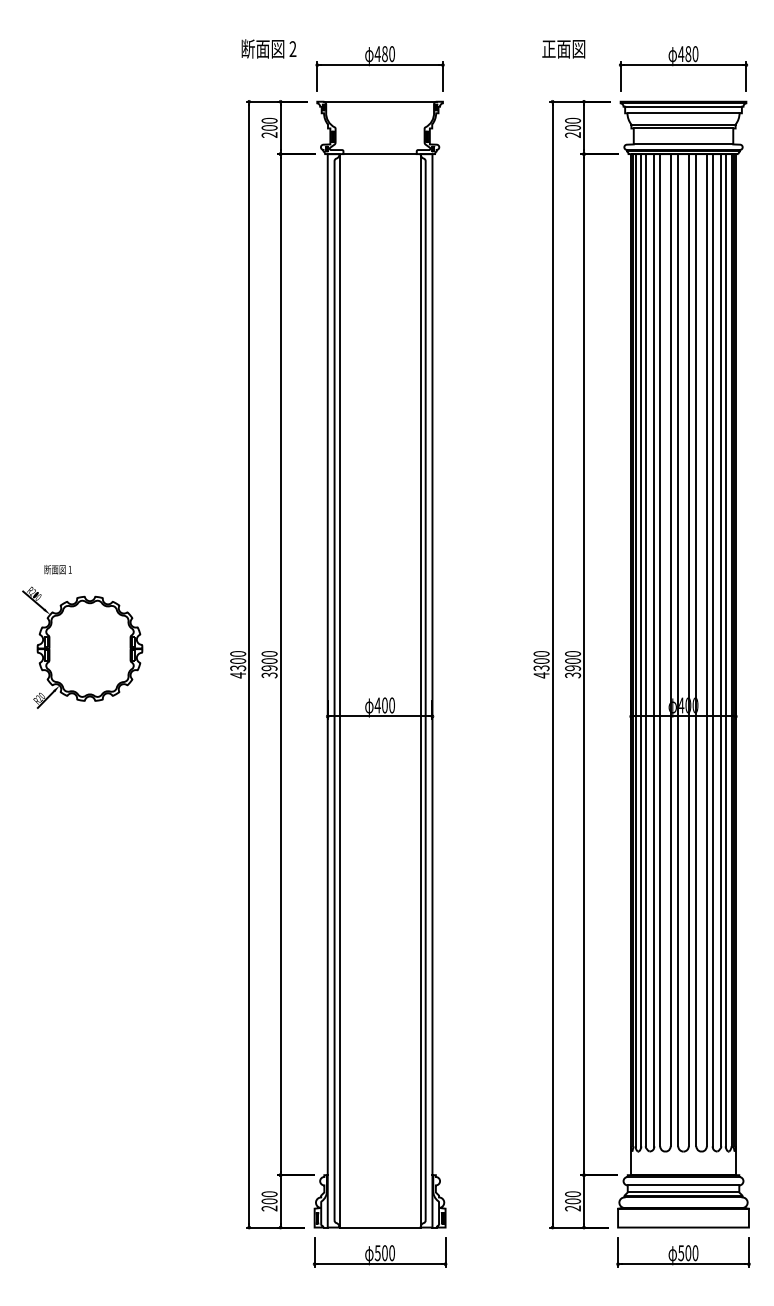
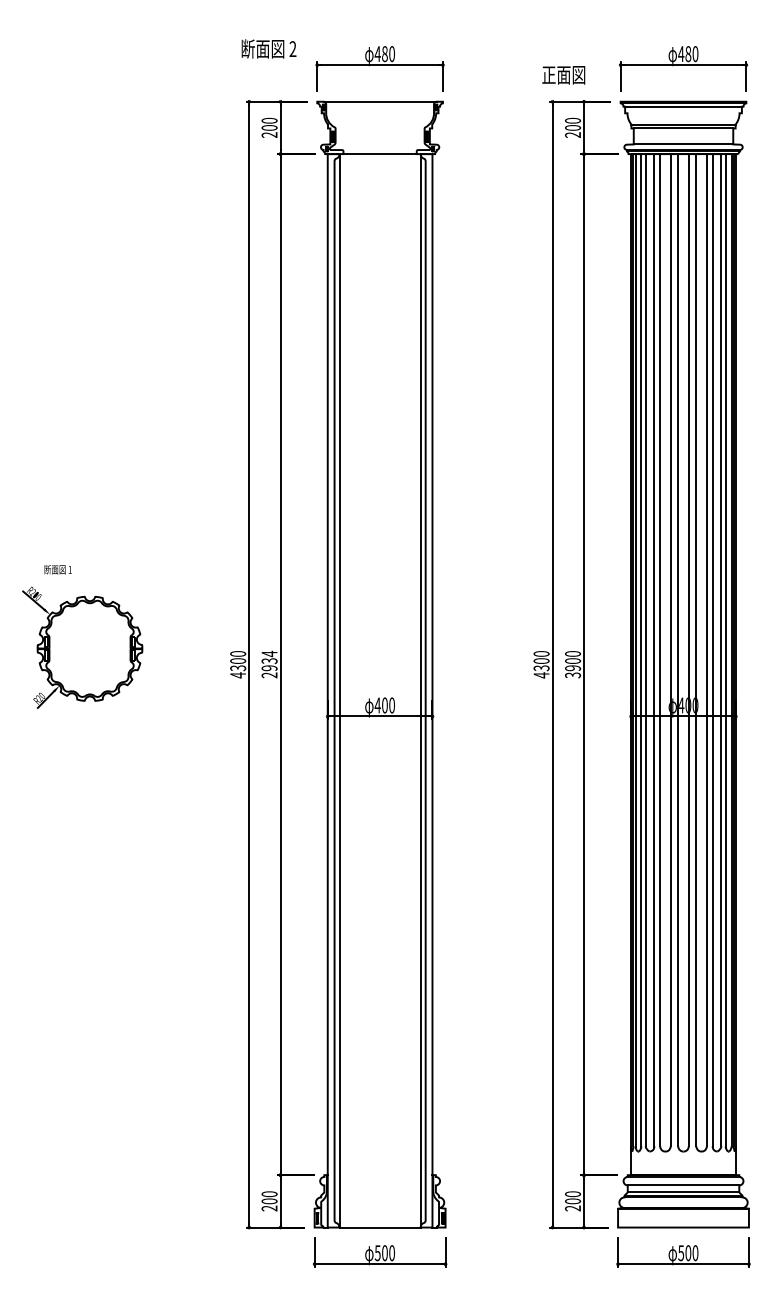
text at (563, 49) position: (563, 49) -> (563, 75)
line at (683, 113): present -> none
text at (269, 664): 3900 -> 2934
